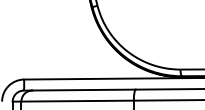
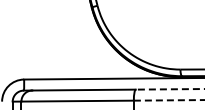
line at (169, 89): solid -> dashed
line at (169, 100): solid -> dashed
